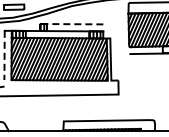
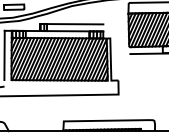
line at (71, 24): dashed -> solid
line at (4, 55): dashed -> solid
